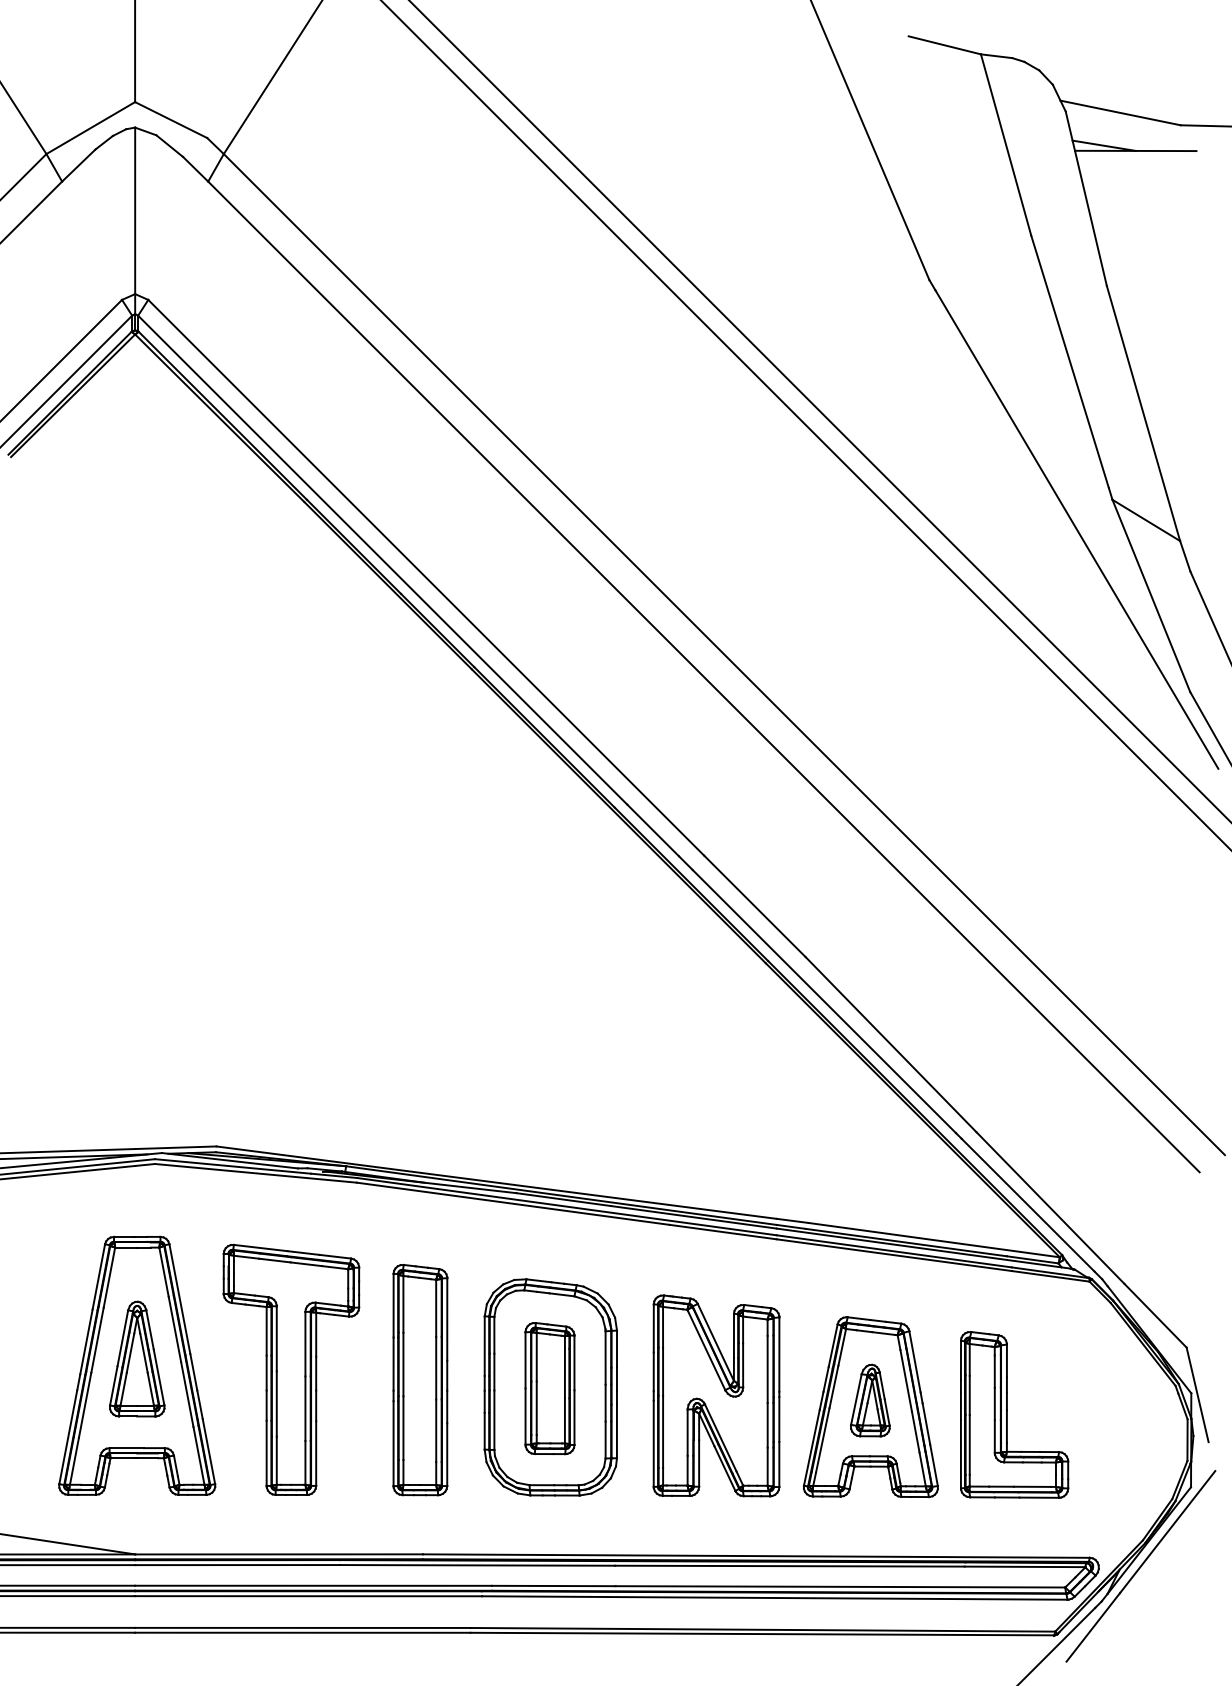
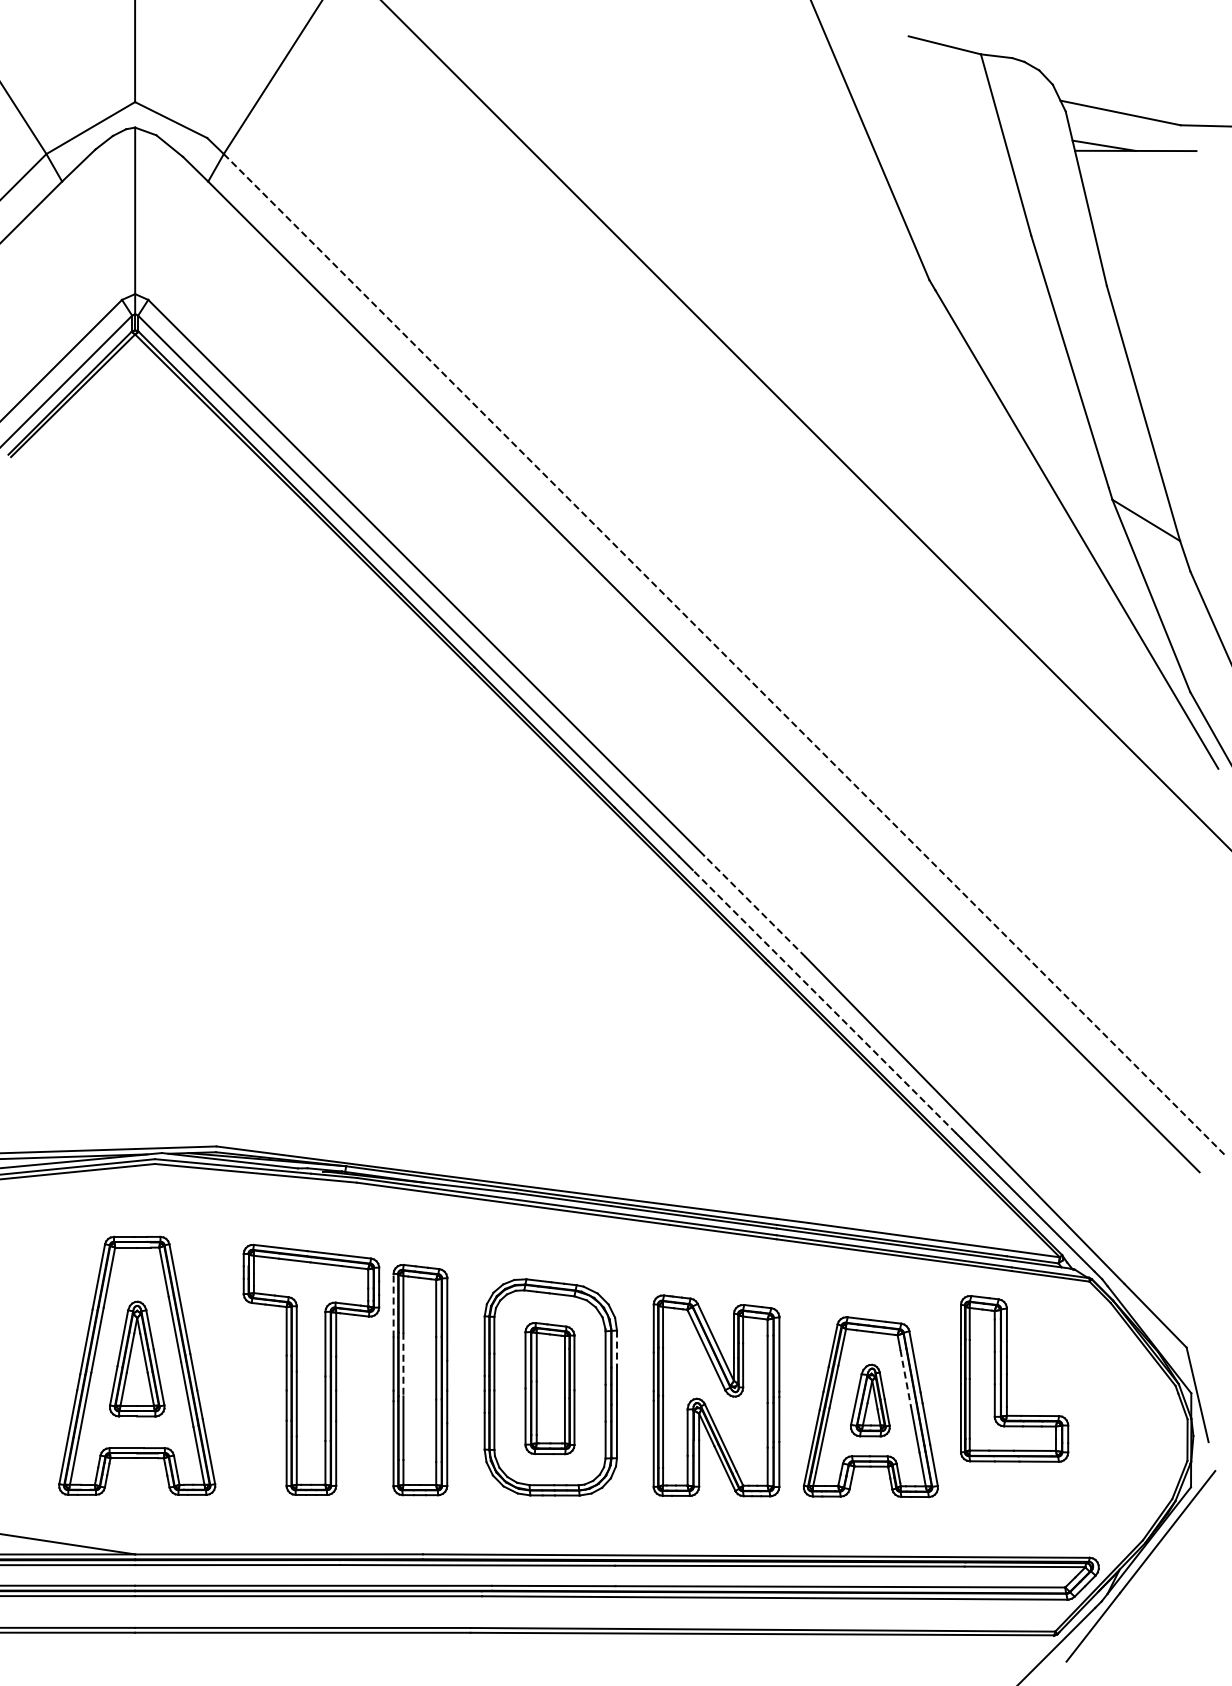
line at (819, 411): present -> none
line at (724, 654): solid -> dashed
line at (754, 906): solid -> dashed
line at (824, 1001): solid -> dashed
line at (393, 1305): solid -> dashed
line at (616, 1349): solid -> dashed
line at (403, 1364): solid -> dashed
part at (291, 1369) position: (291, 1369) -> (311, 1369)
line at (906, 1381): solid -> dashed
part at (1007, 1414) position: (1007, 1414) -> (1007, 1378)
